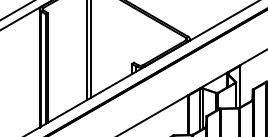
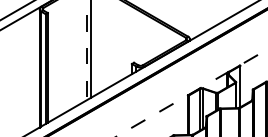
line at (86, 50): solid -> dashed
line at (191, 93): solid -> dashed
